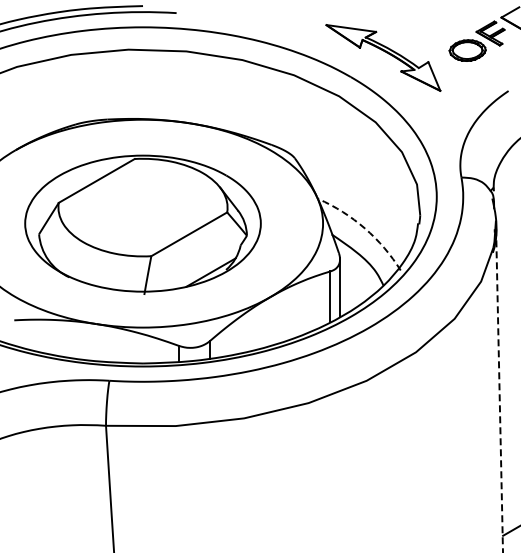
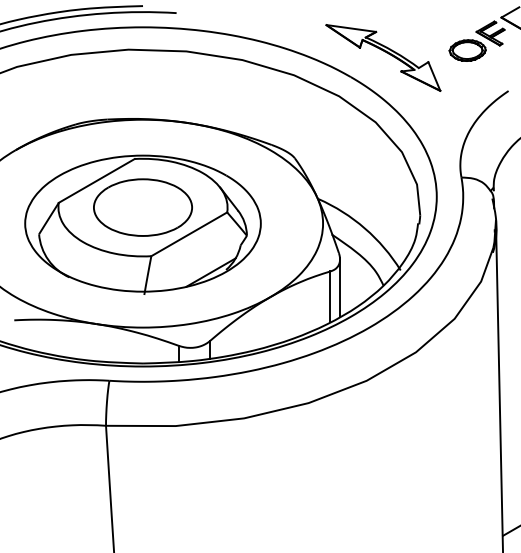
part at (142, 207): none -> present
arc at (365, 228): dashed -> solid
line at (499, 386): dashed -> solid
